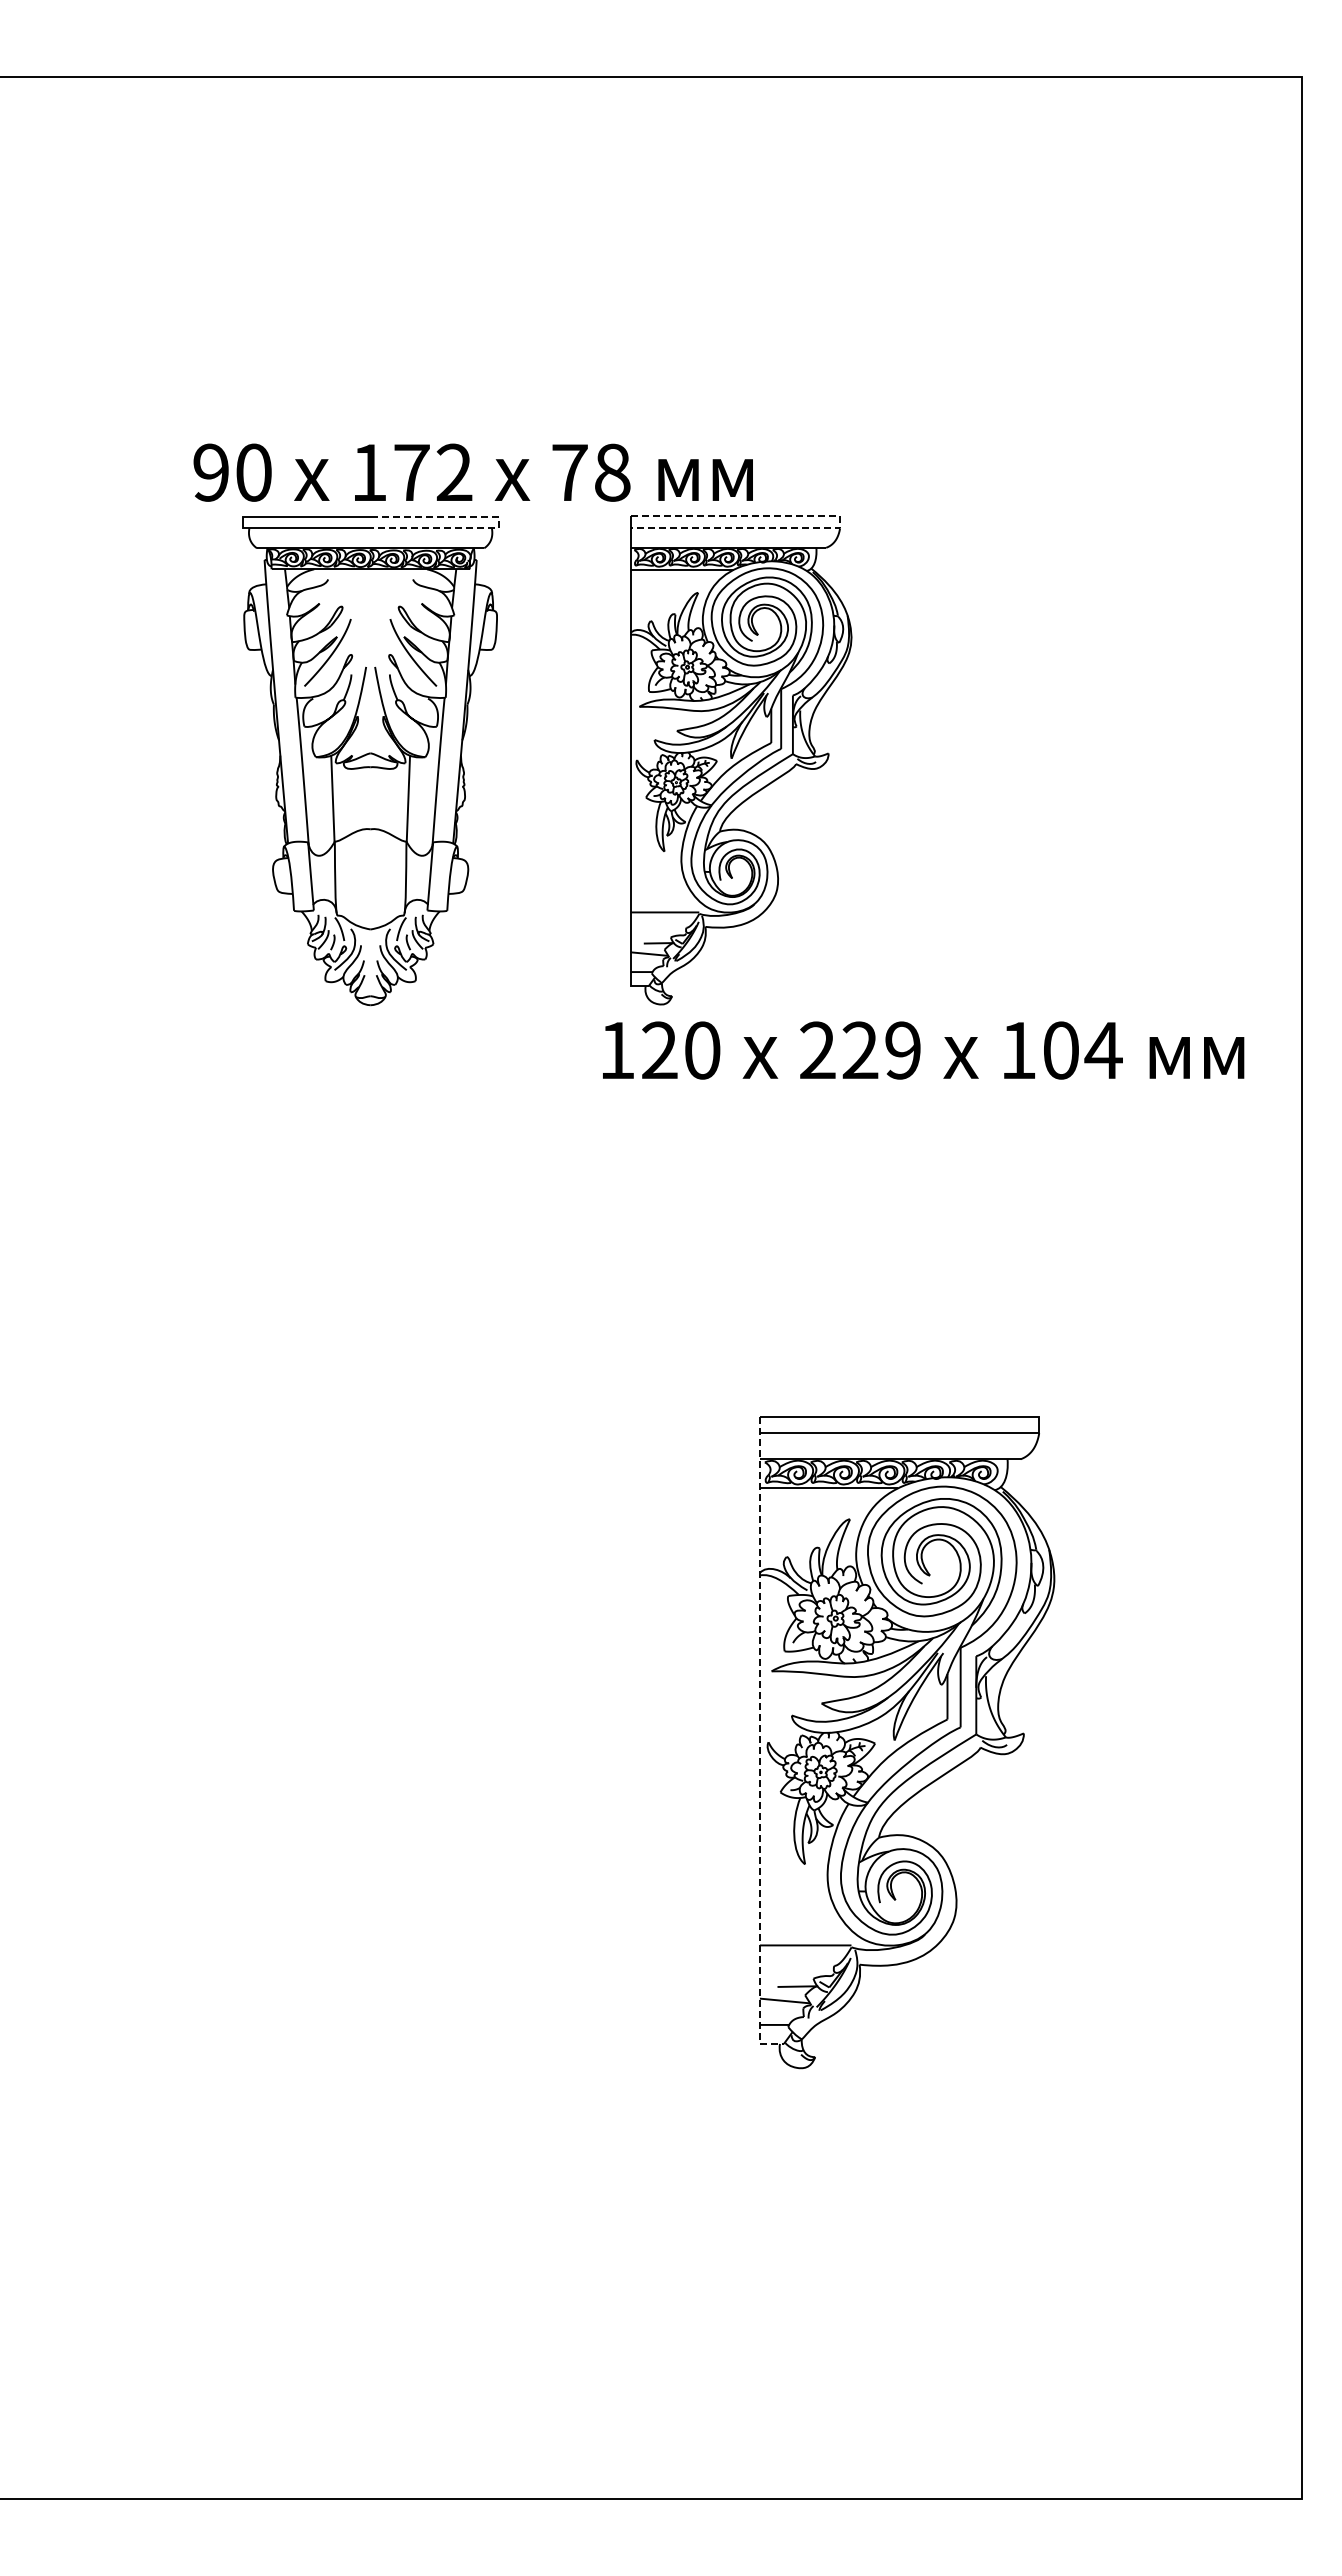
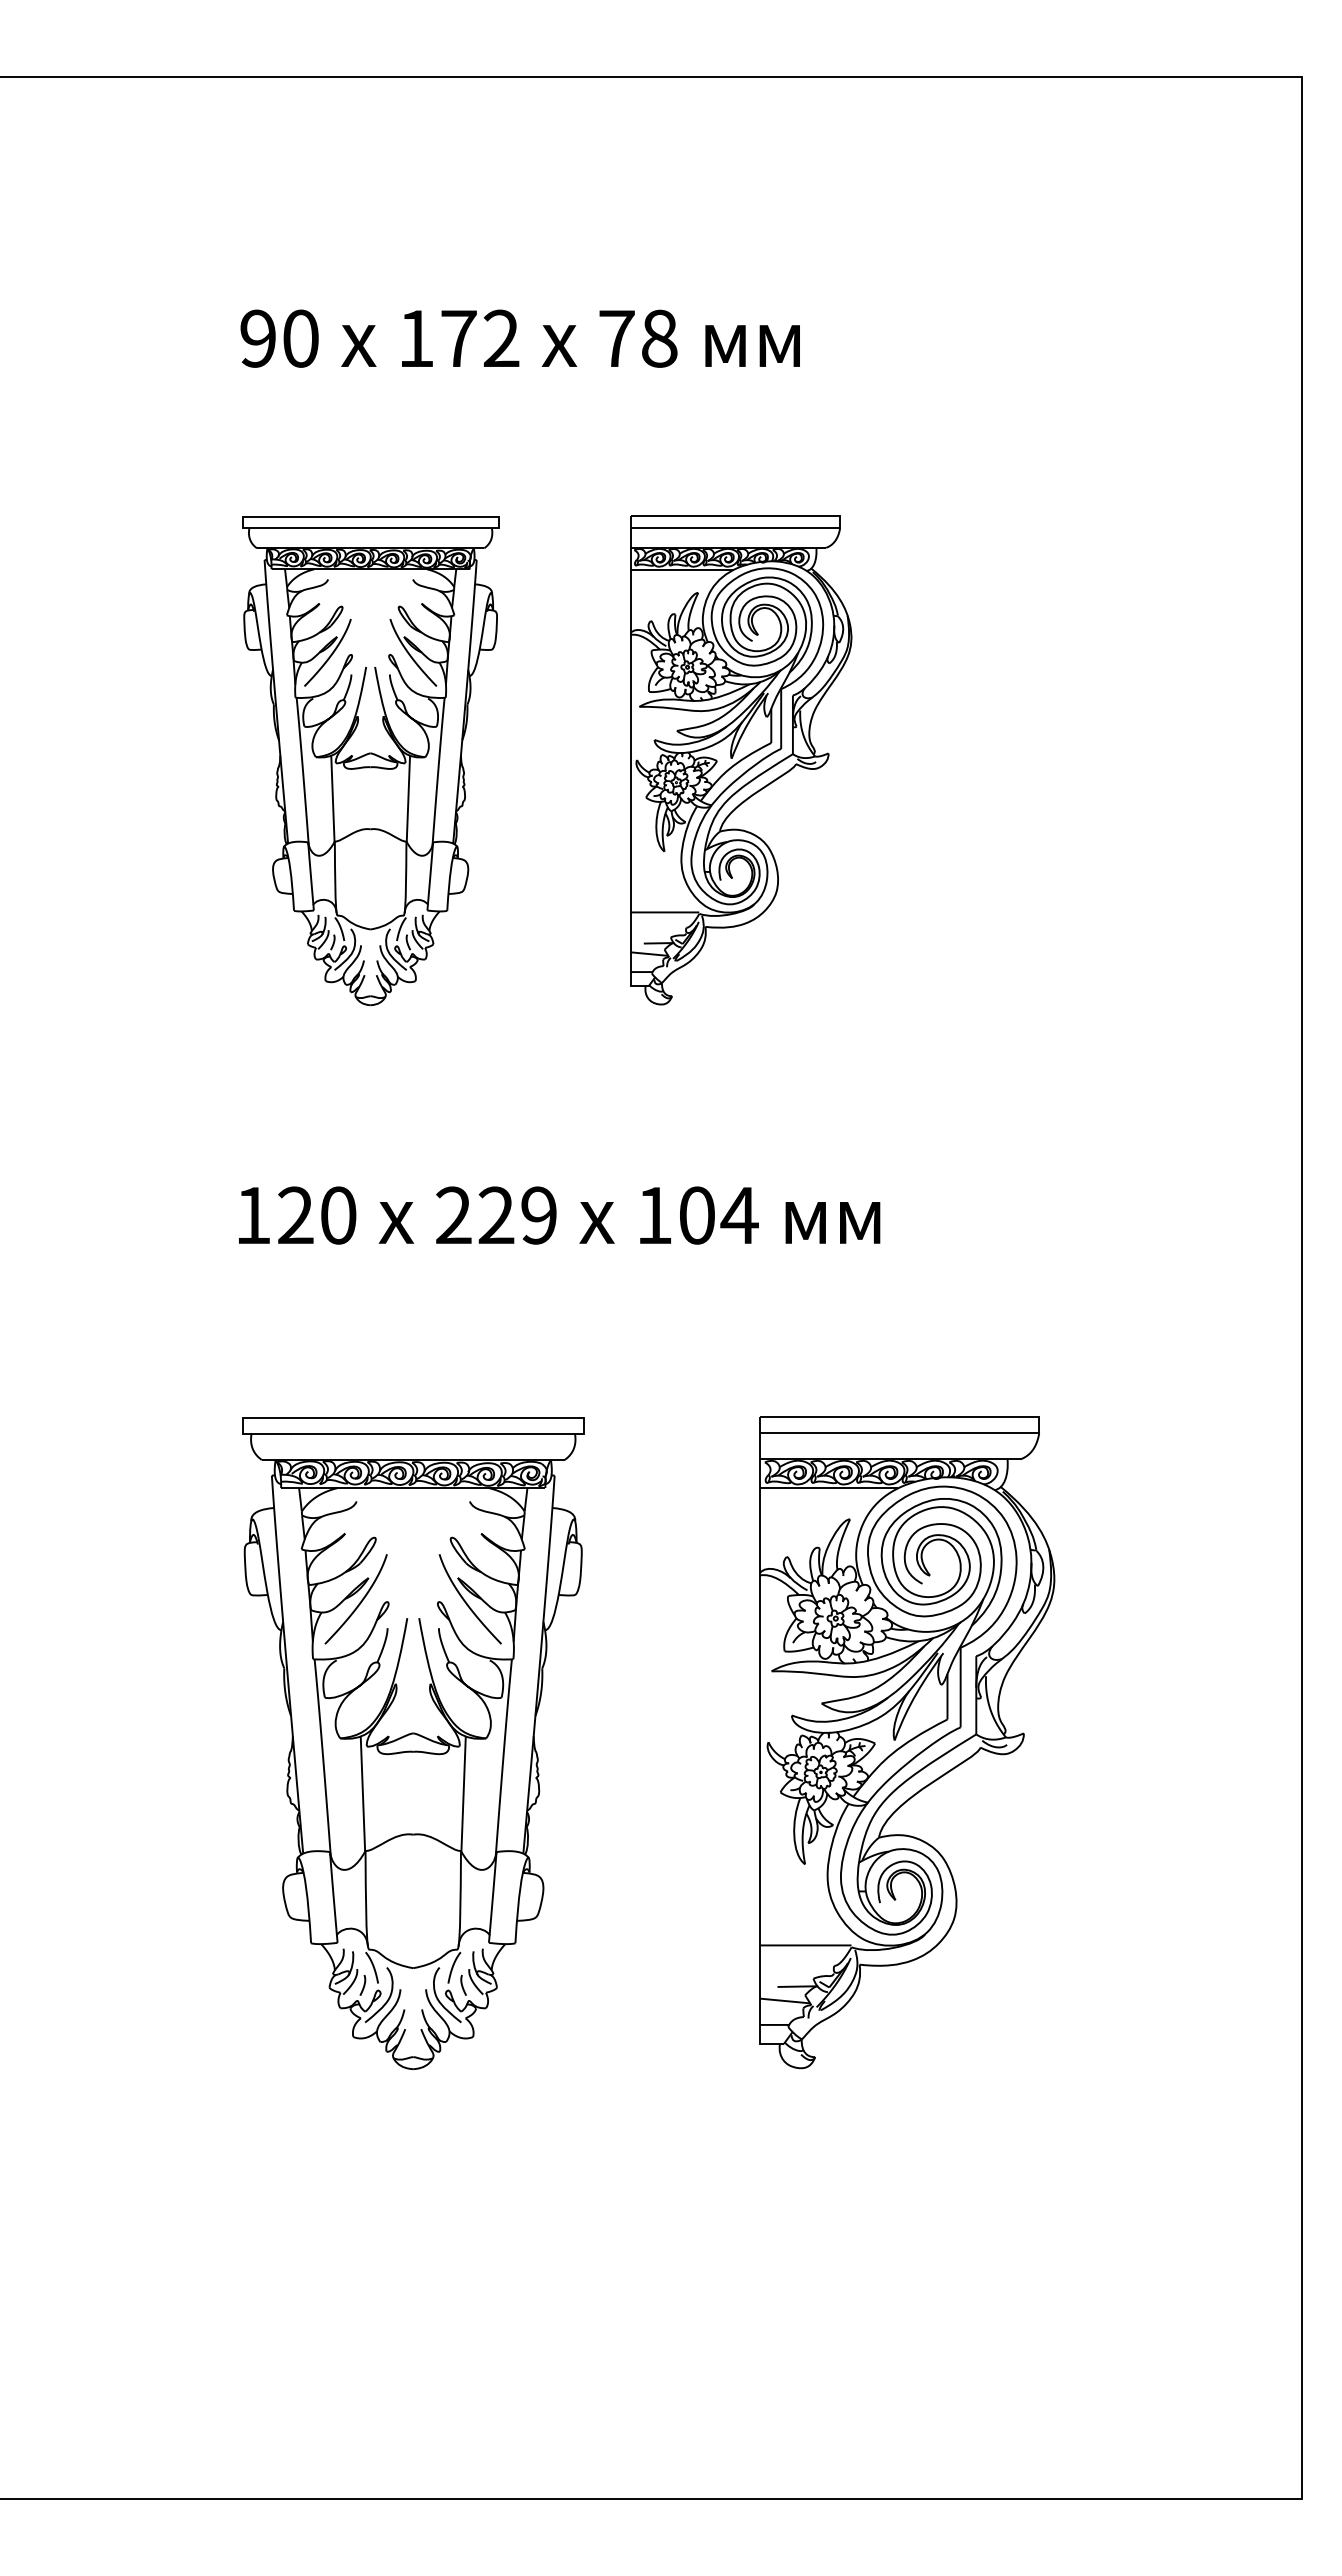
text at (472, 472) position: (472, 472) -> (519, 338)
line at (498, 522): dashed -> solid
line at (840, 522): dashed -> solid
text at (923, 1050) position: (923, 1050) -> (559, 1215)
part at (413, 1743): none -> present
line at (759, 1744): dashed -> solid
